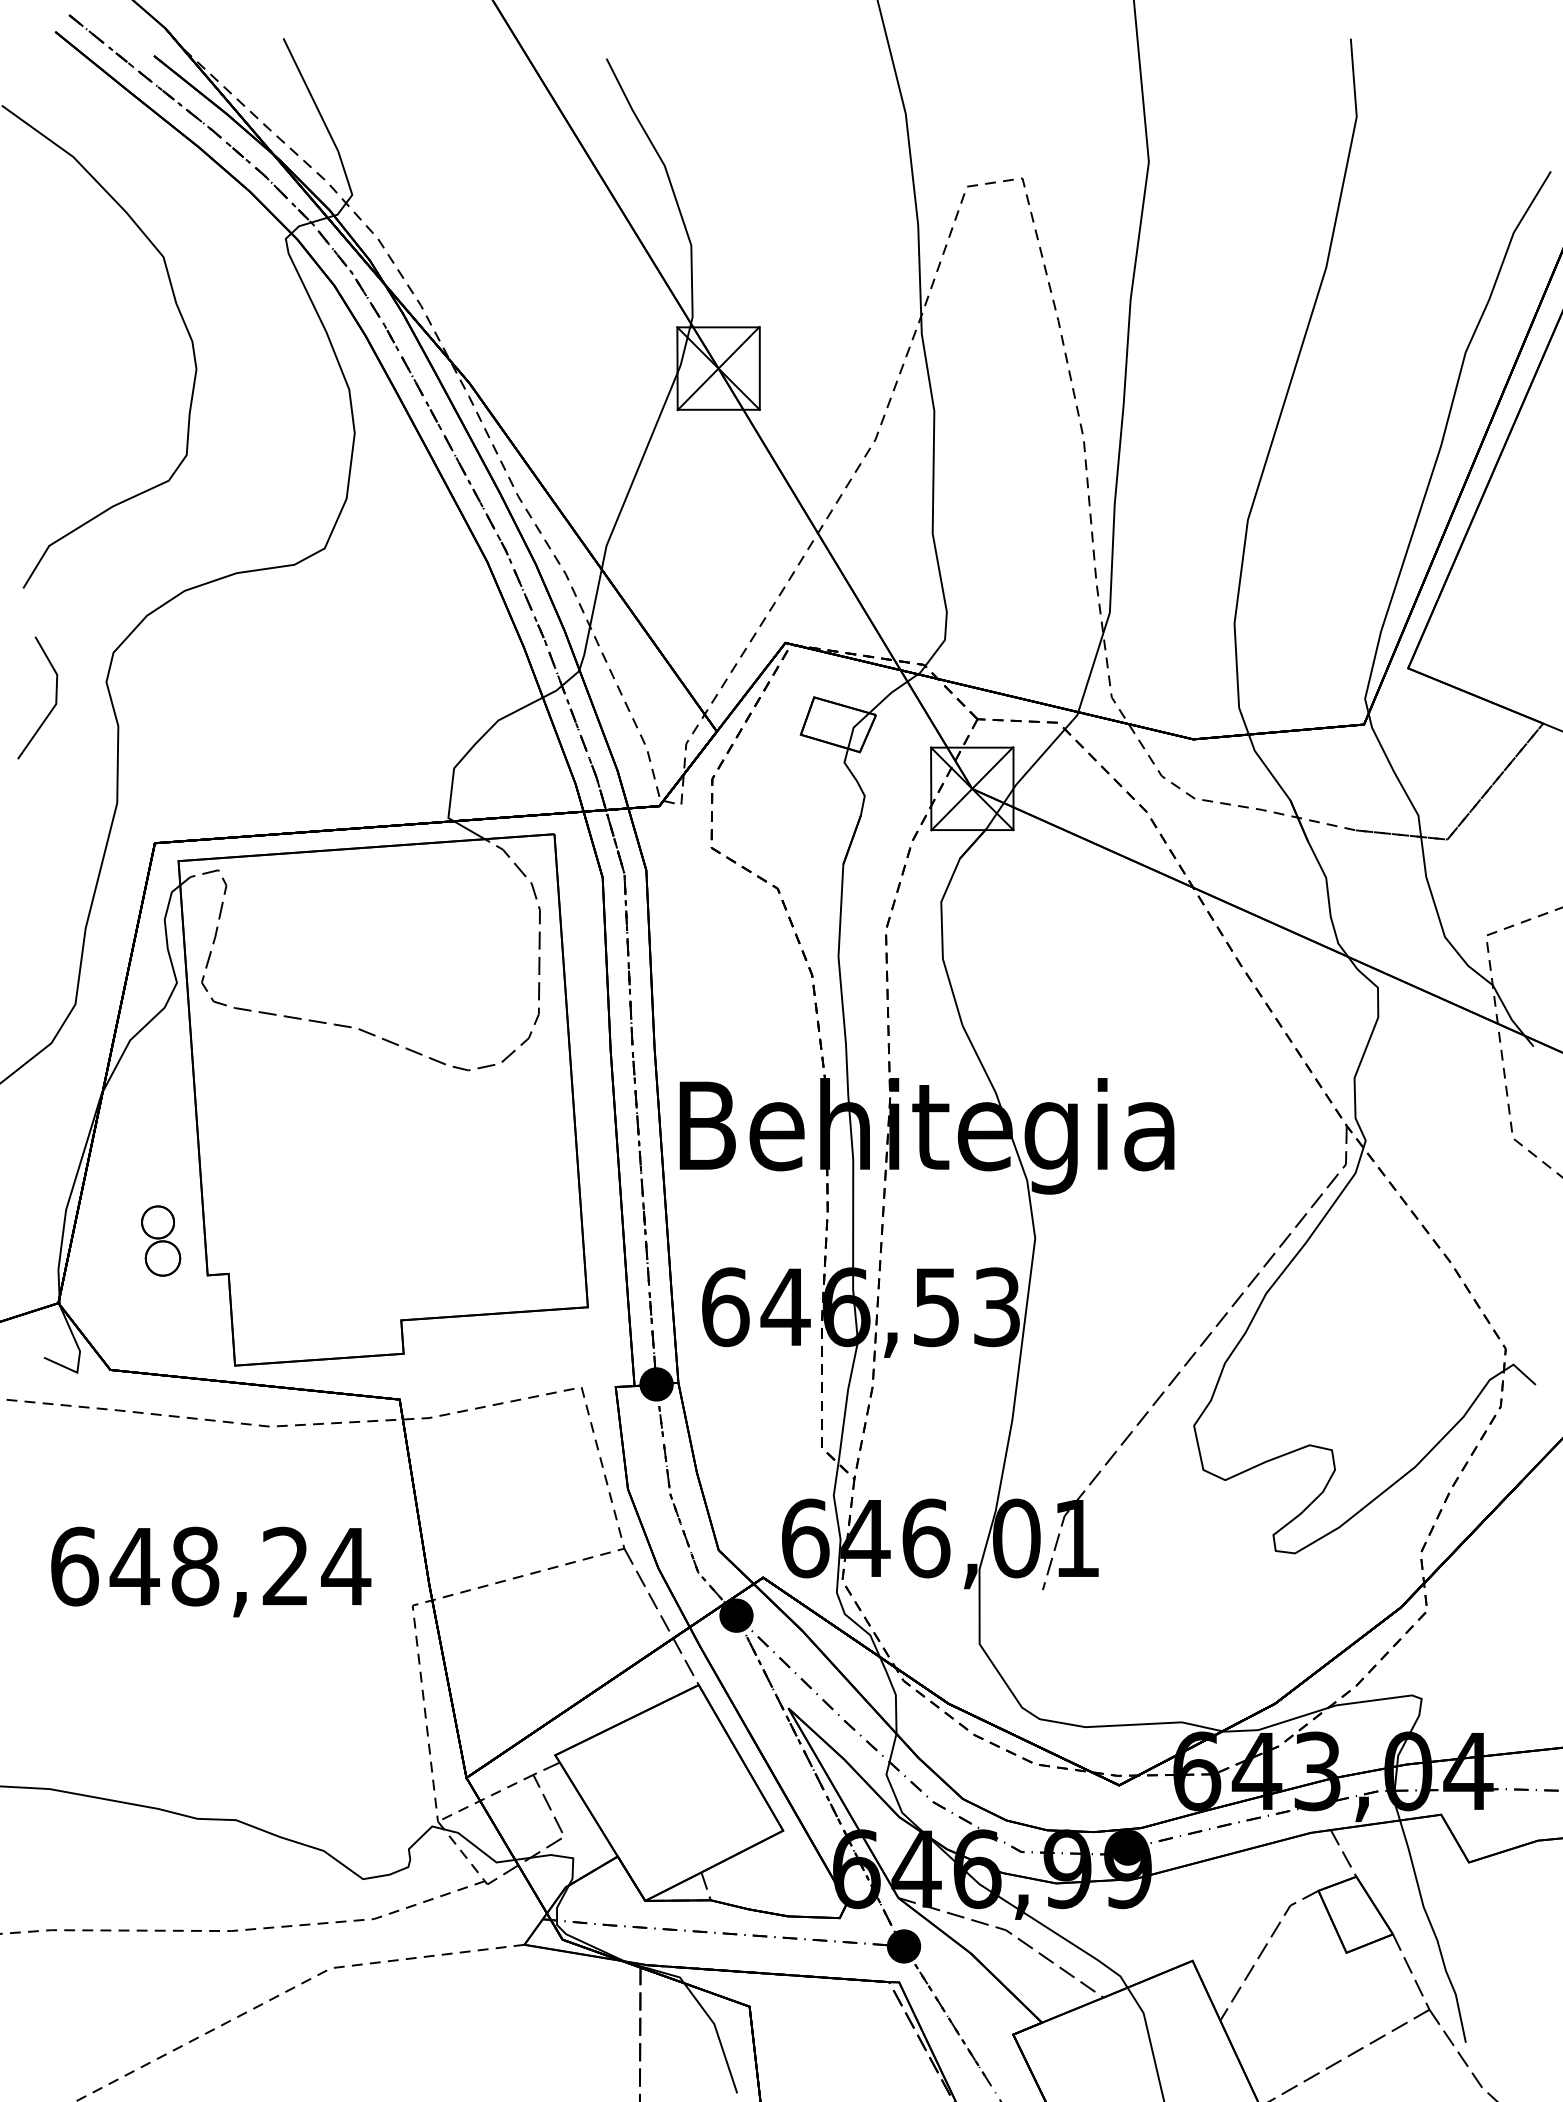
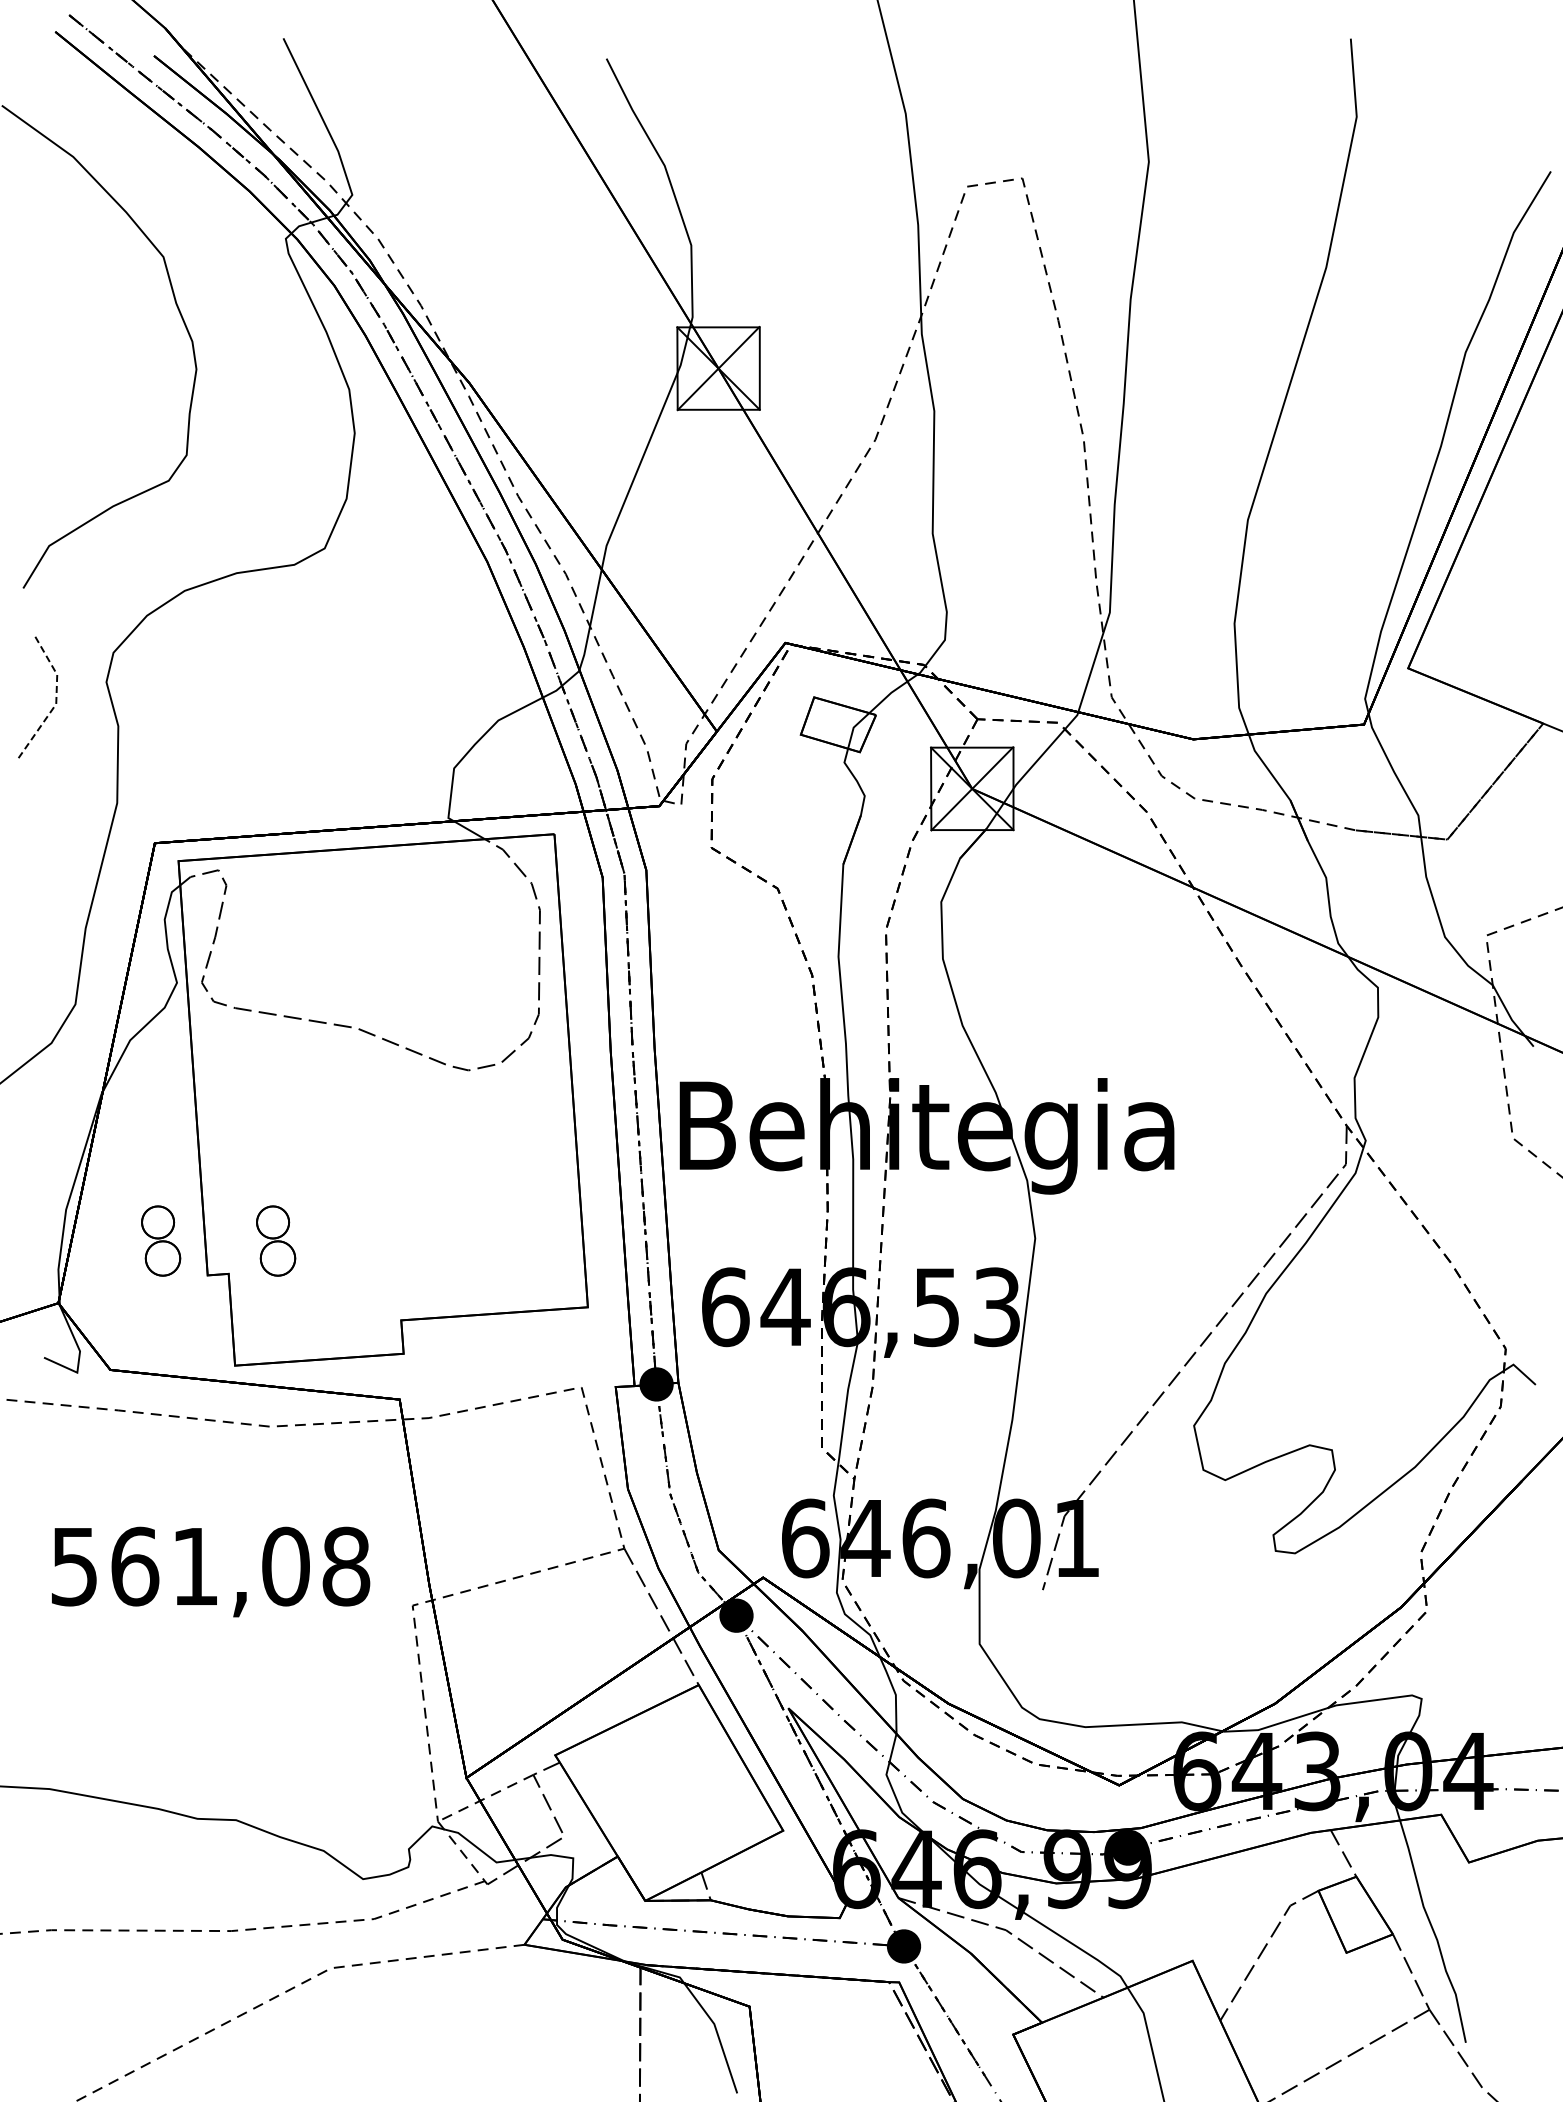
line at (56, 701): solid -> dashed
part at (276, 1240): none -> present
text at (211, 1566): 648,24 -> 561,08
